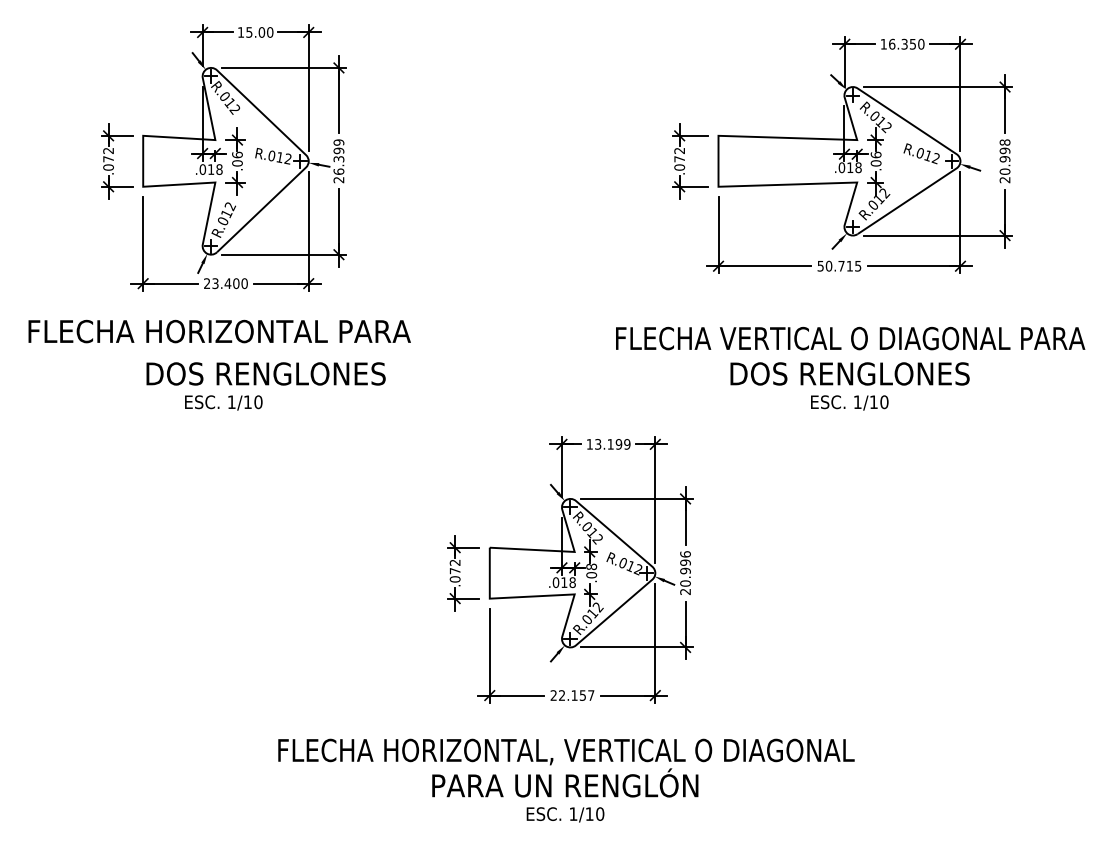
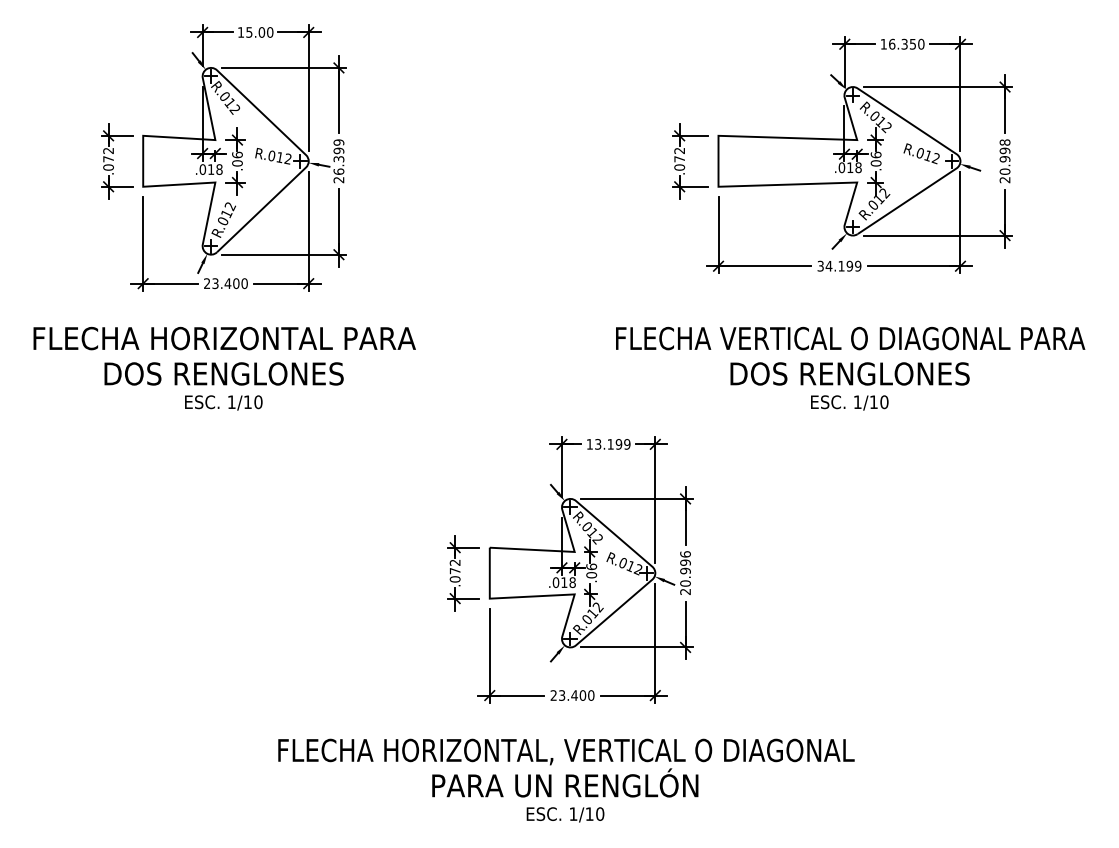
text at (839, 265): 50.715 -> 34.199
text at (219, 331) position: (219, 331) -> (224, 338)
text at (265, 373) position: (265, 373) -> (223, 373)
text at (591, 566): .08 -> .06
text at (576, 695): 22.157 -> 23.400
